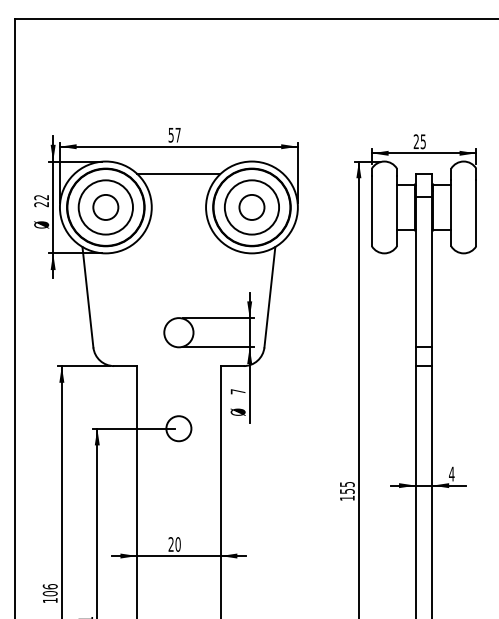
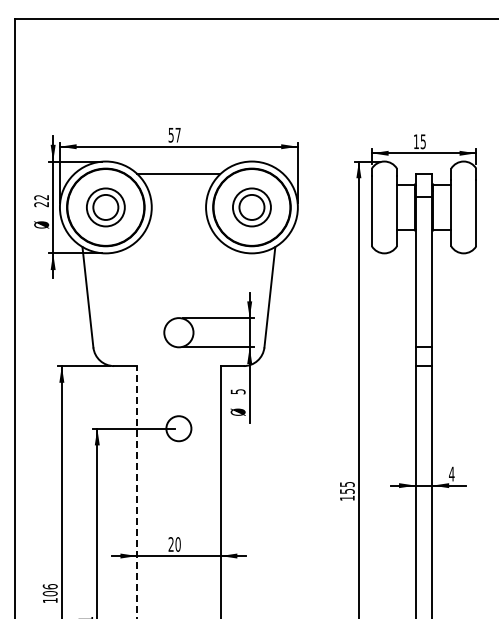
text at (415, 141): 25 -> 15
circle at (105, 207) diameter: 54 px -> 38 px
circle at (251, 207) diameter: 54 px -> 38 px
text at (238, 391): 7 -> 5
line at (137, 491): solid -> dashed
